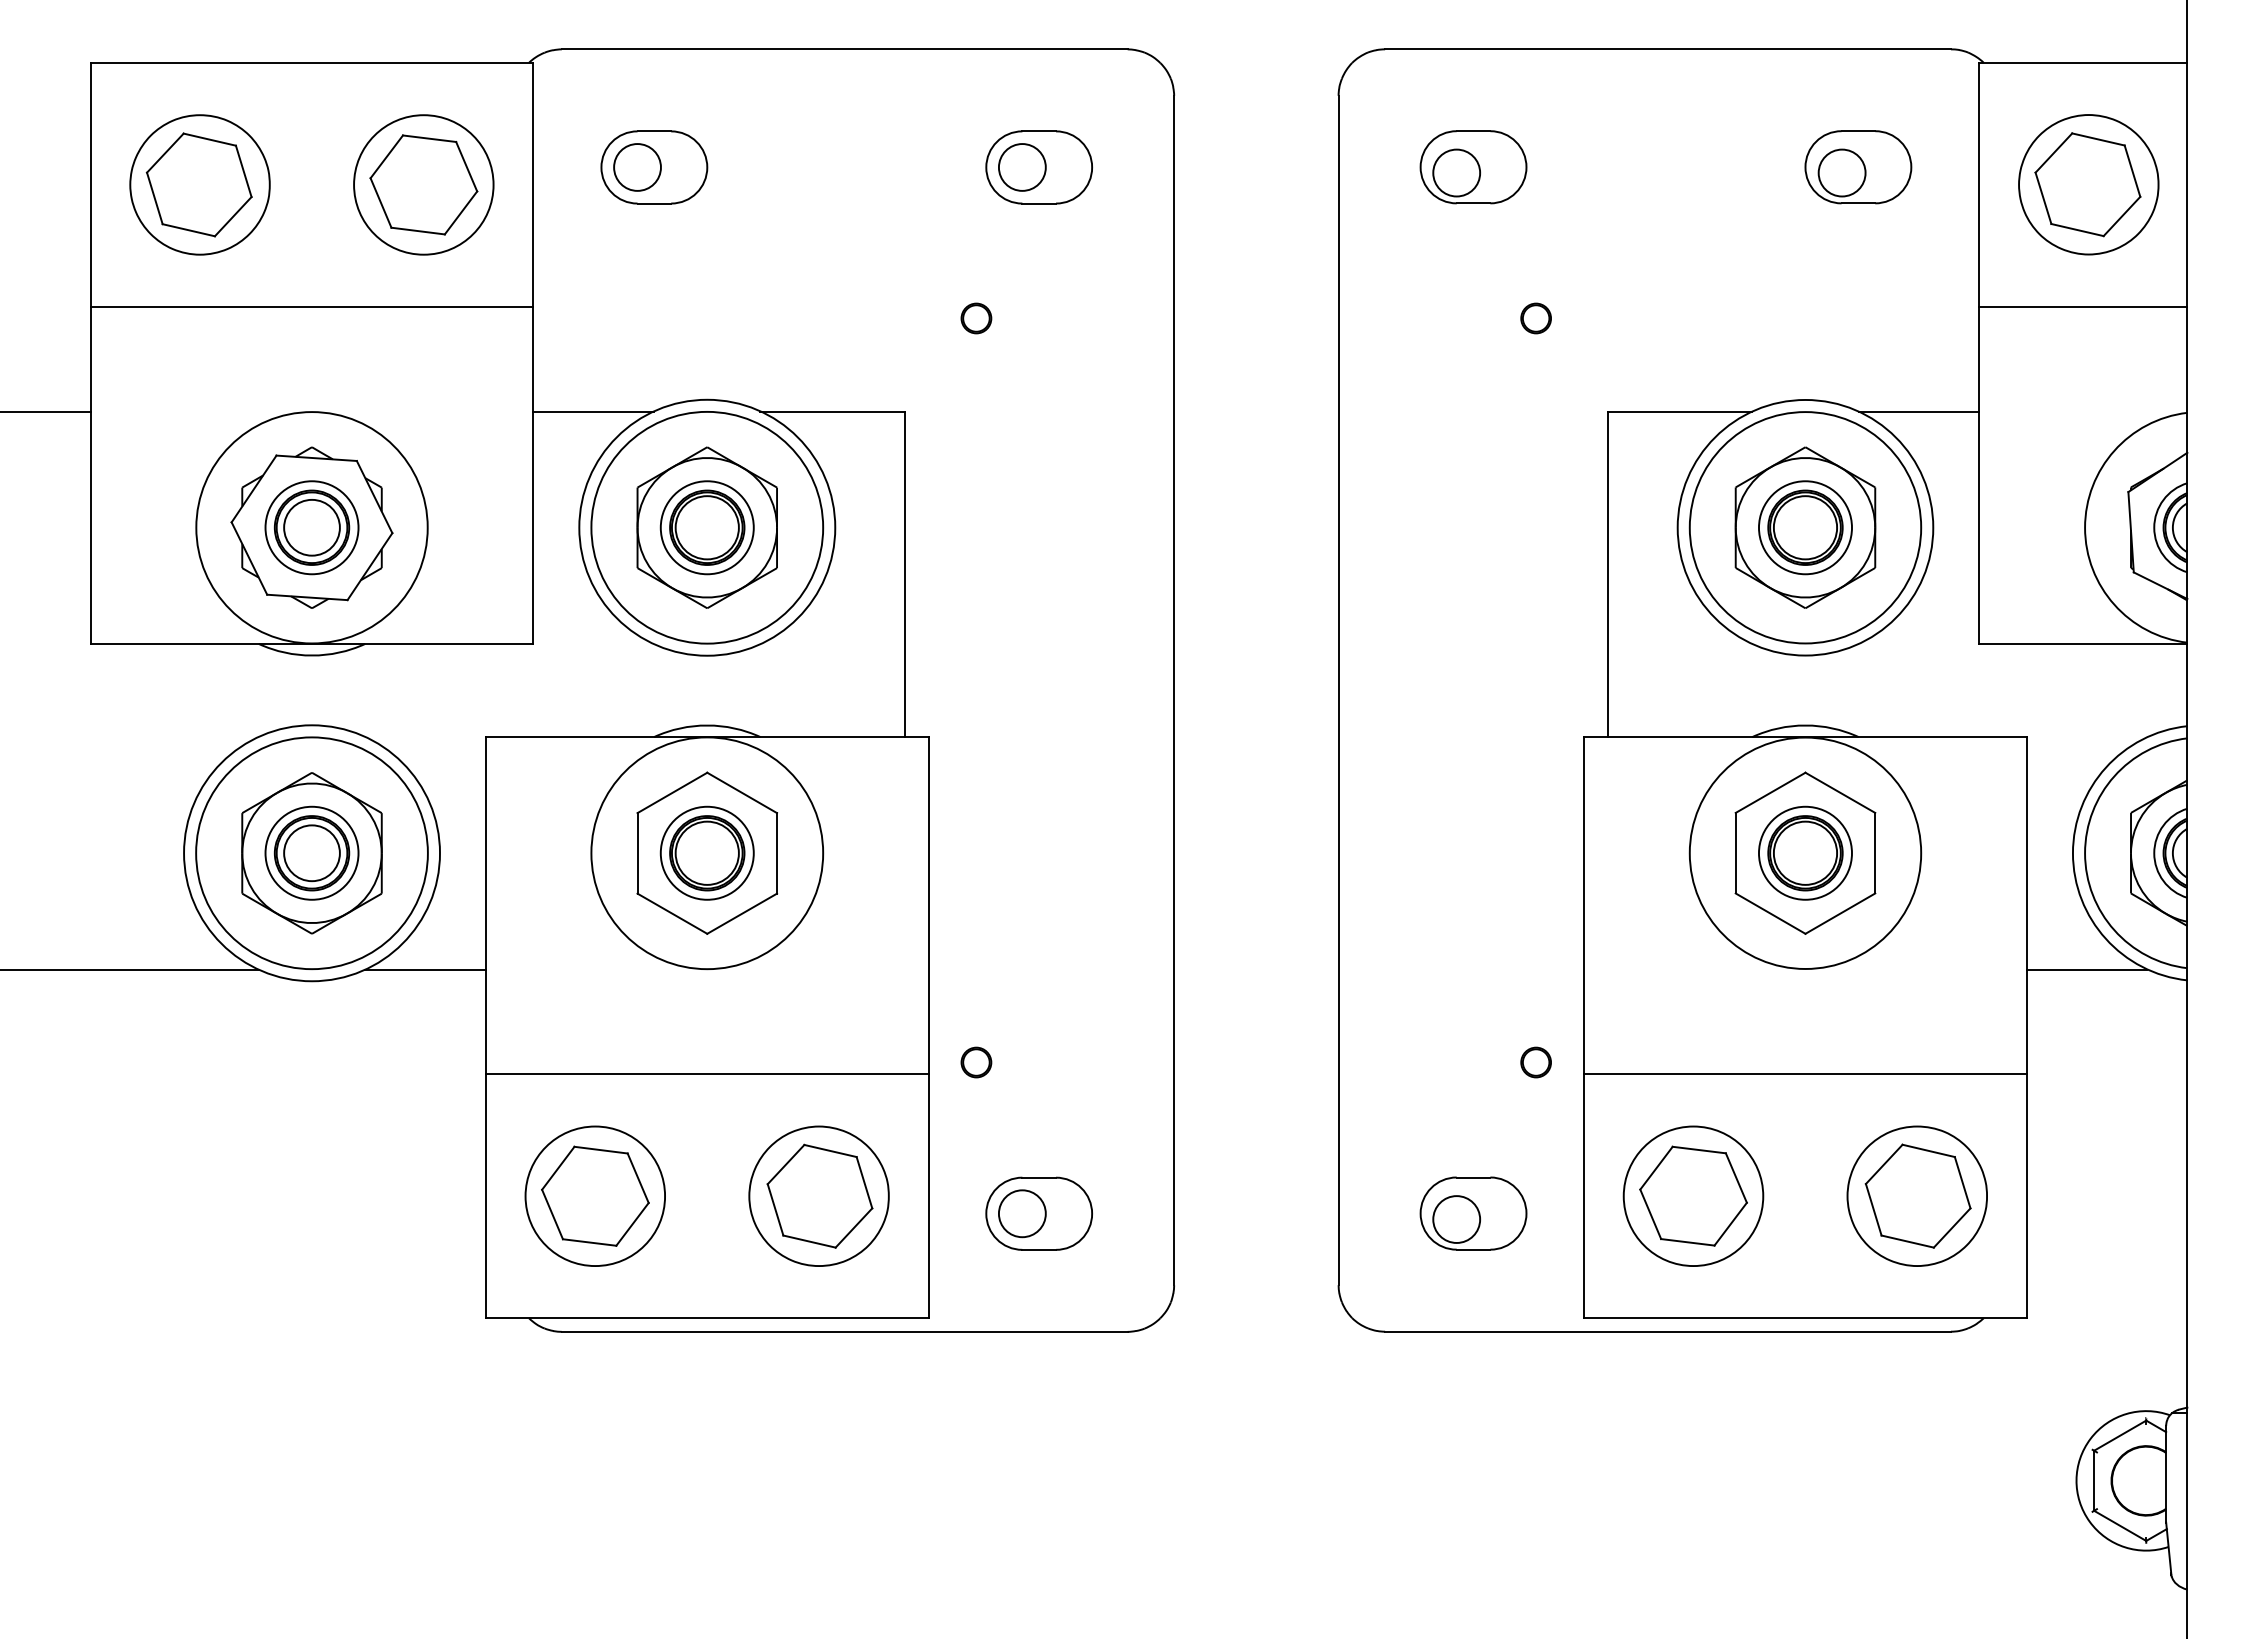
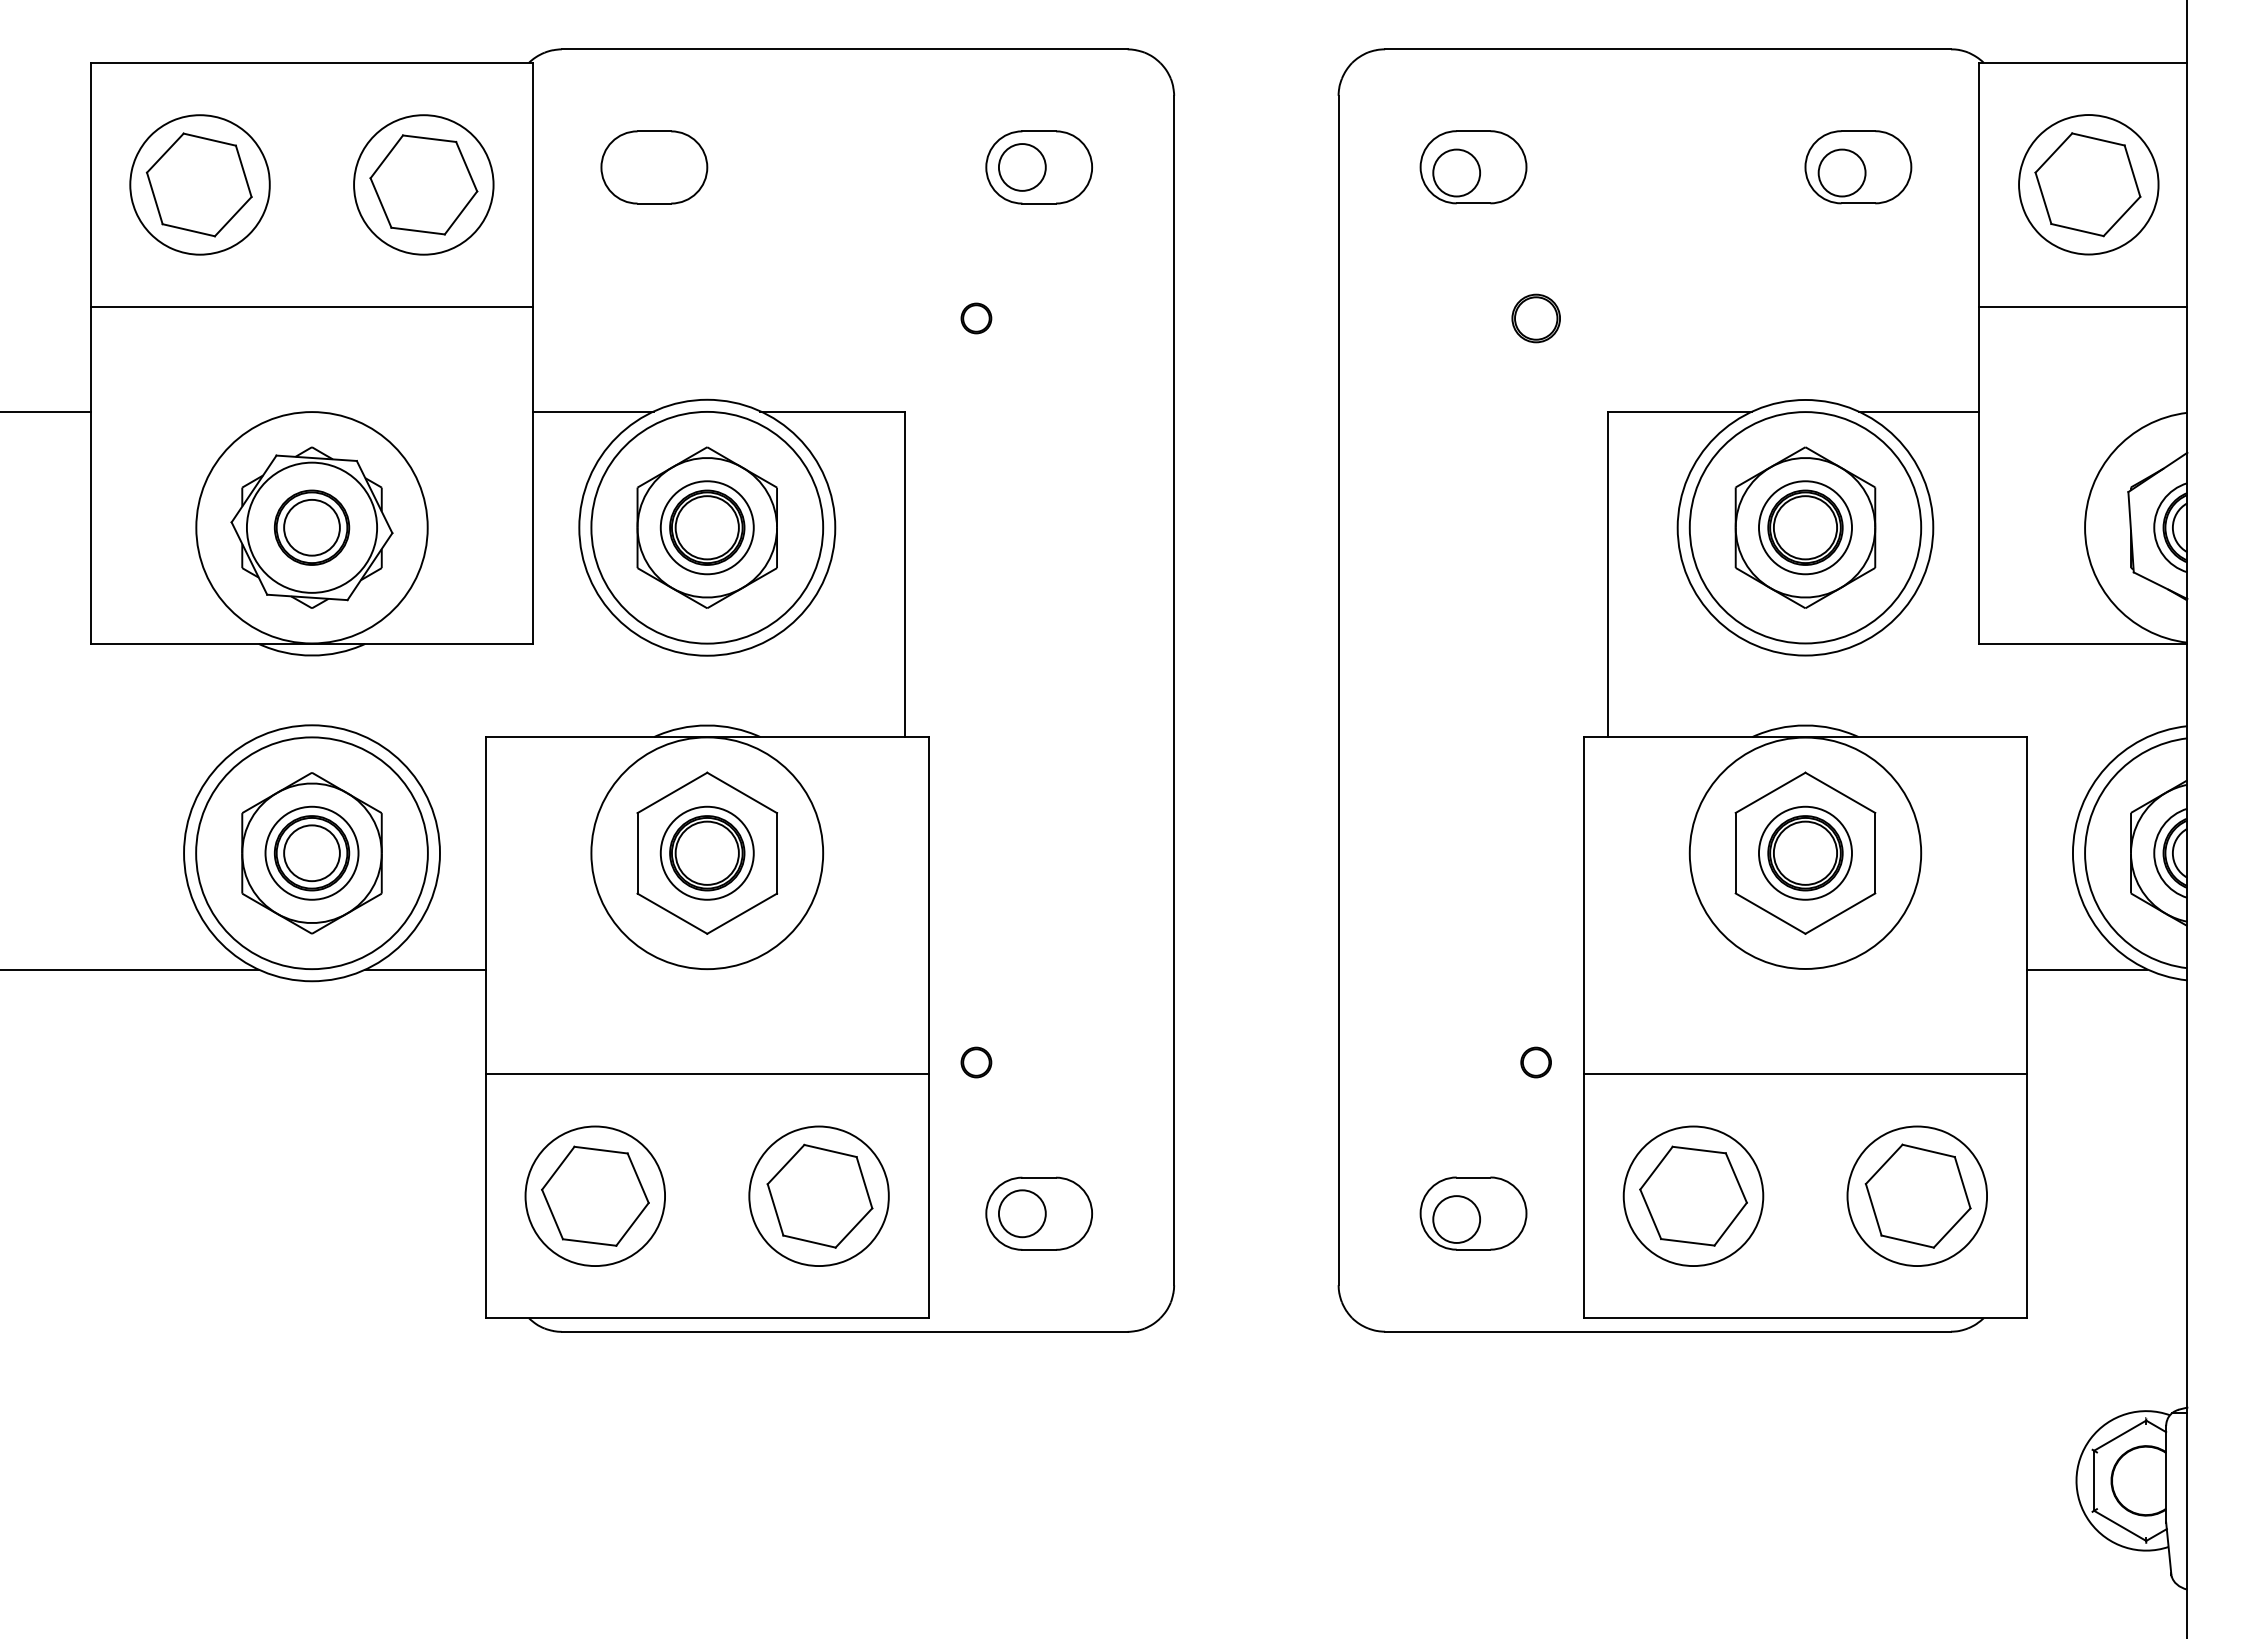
circle at (637, 167): present -> none
part at (1535, 318) size: 32x33 px -> 50x51 px
circle at (311, 527) diameter: 93 px -> 130 px
